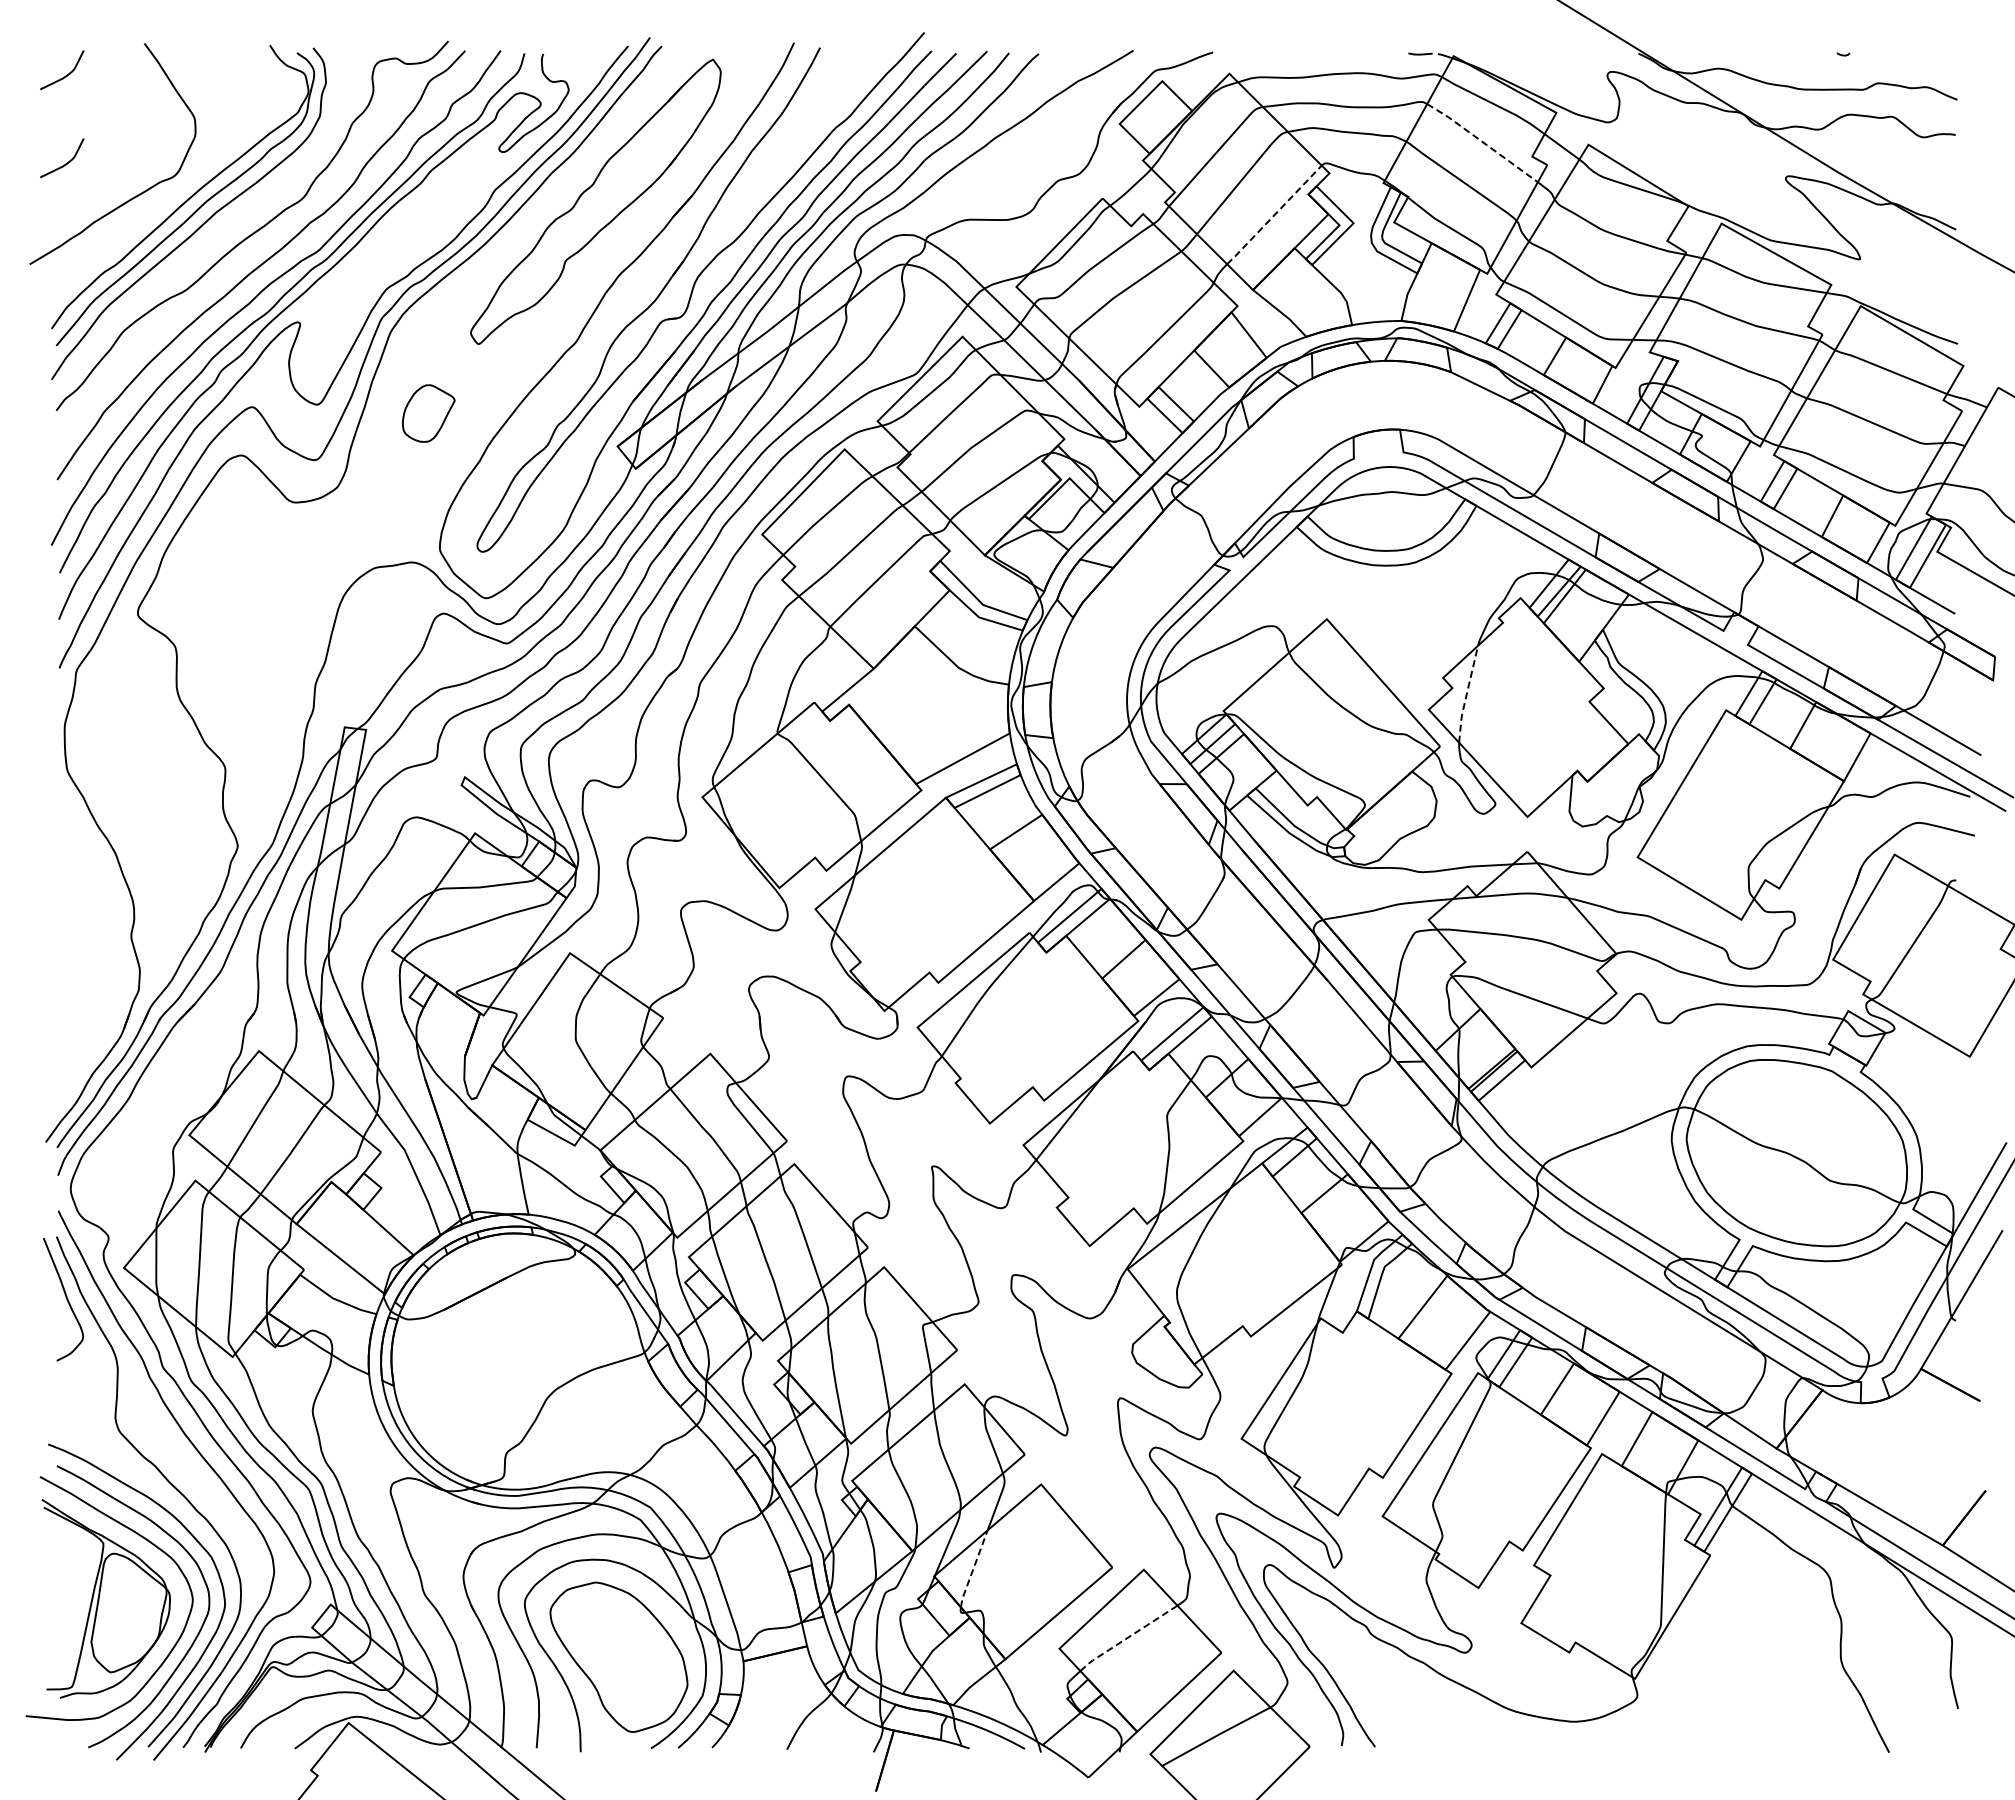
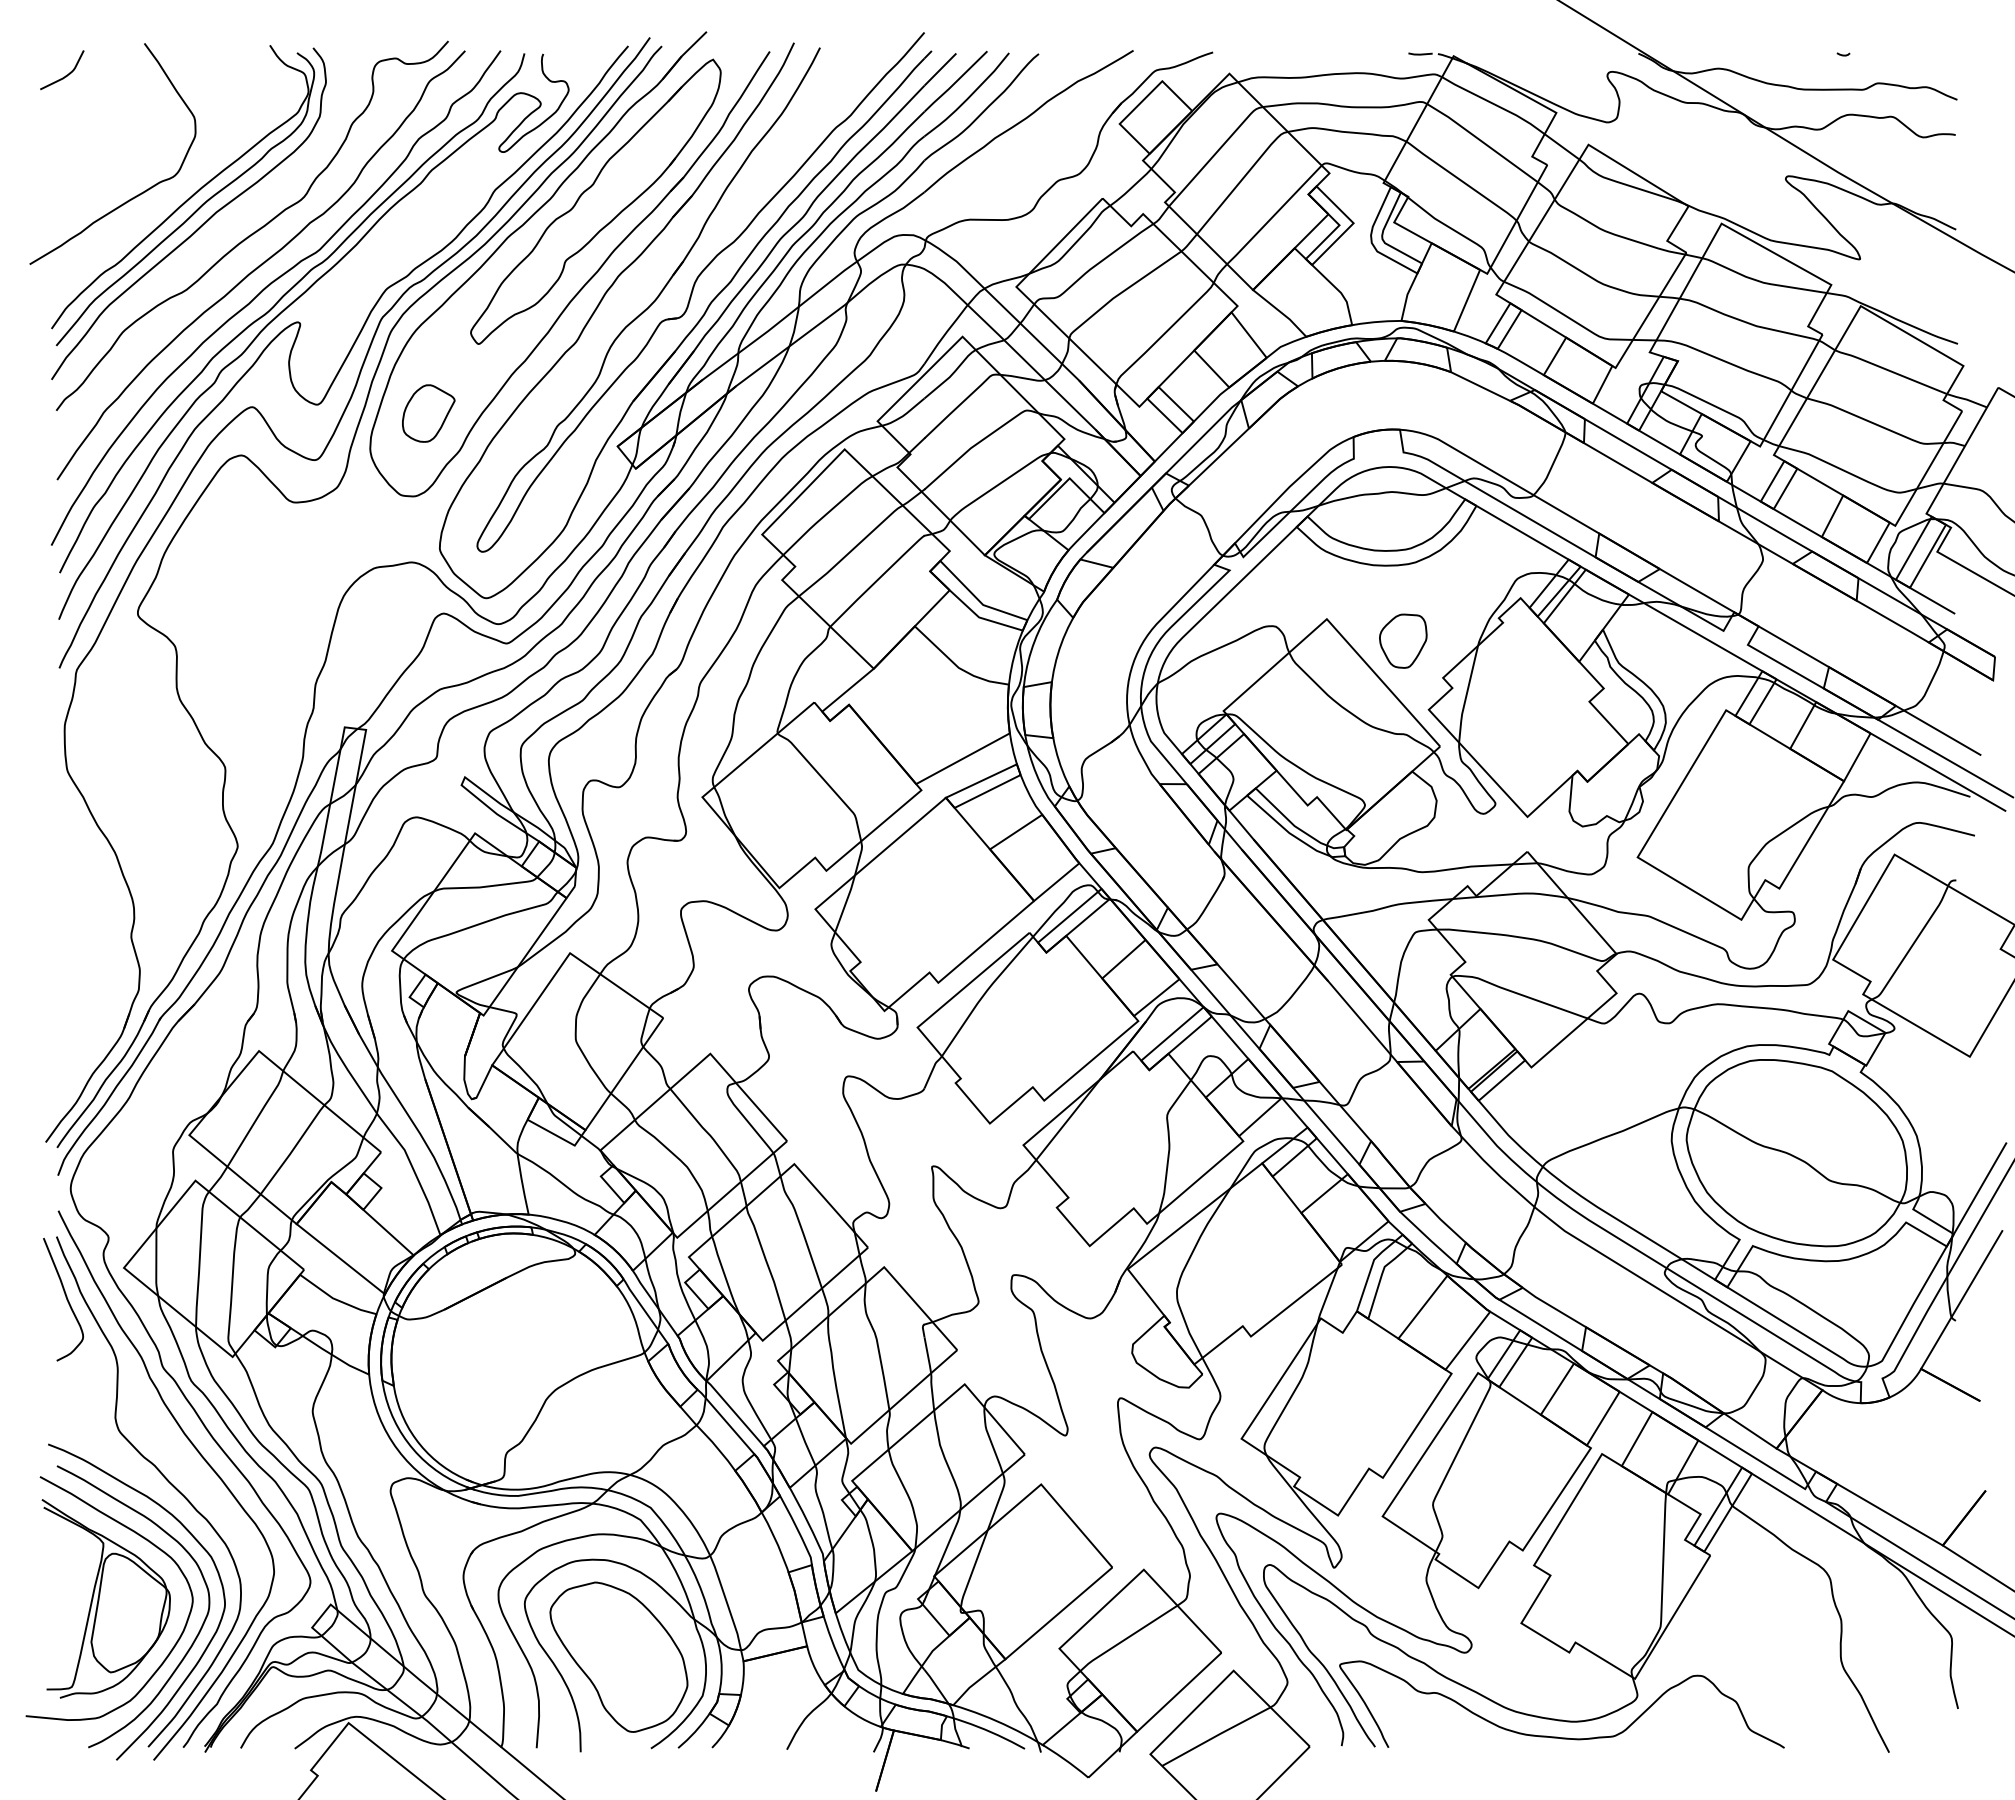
line at (1483, 142): dashed -> solid
curve at (65, 163): present -> none
line at (1274, 215): dashed -> solid
part at (586, 281): none -> present
part at (1403, 640): none -> present
line at (1466, 694): dashed -> solid
line at (973, 1569): dashed -> solid
line at (1127, 1637): dashed -> solid
curve at (1557, 1736): none -> present
